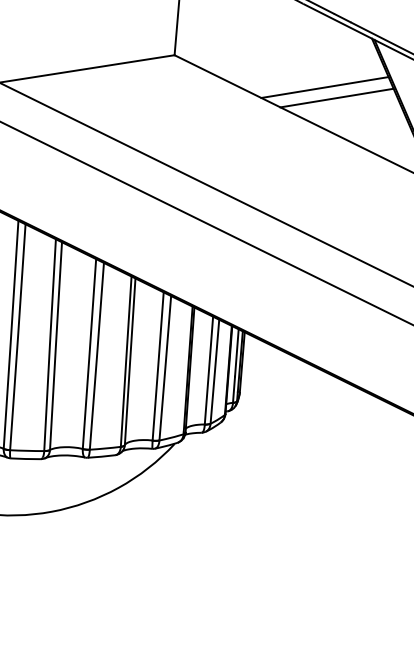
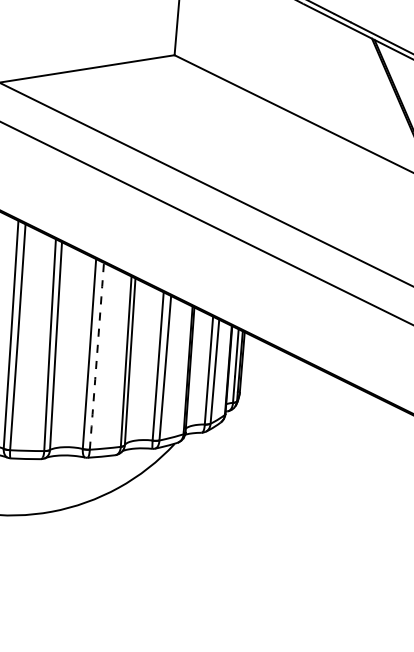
line at (324, 87): present -> none
line at (336, 97): present -> none
arc at (96, 356): solid -> dashed
